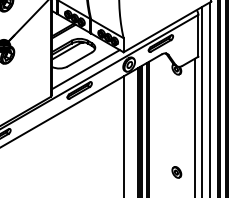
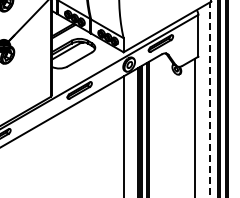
line at (85, 69): present -> none
line at (209, 99): solid -> dashed
line at (201, 100): present -> none
part at (176, 172): present -> none
